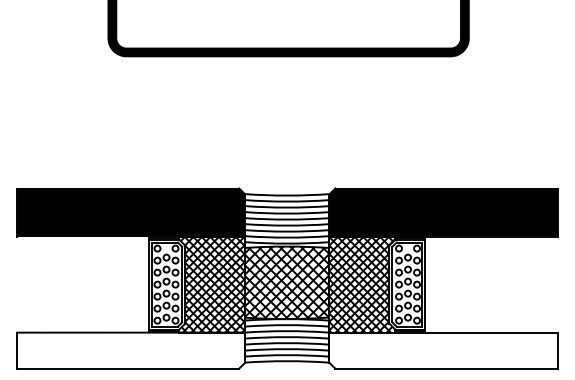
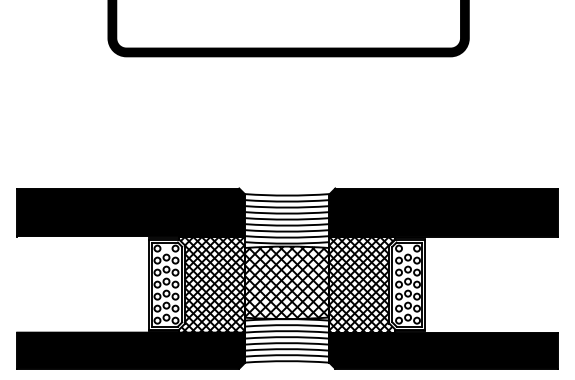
fill at (131, 350): none -> present
fill at (443, 350): none -> present
